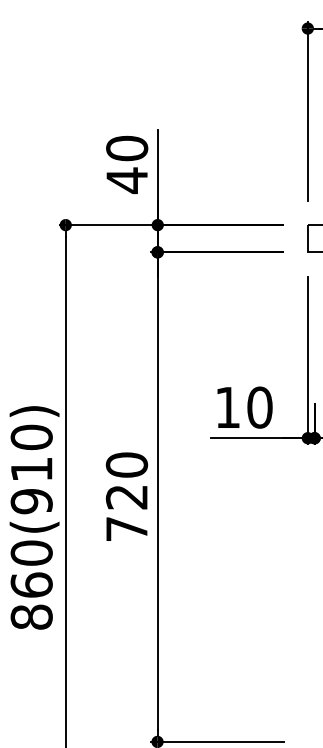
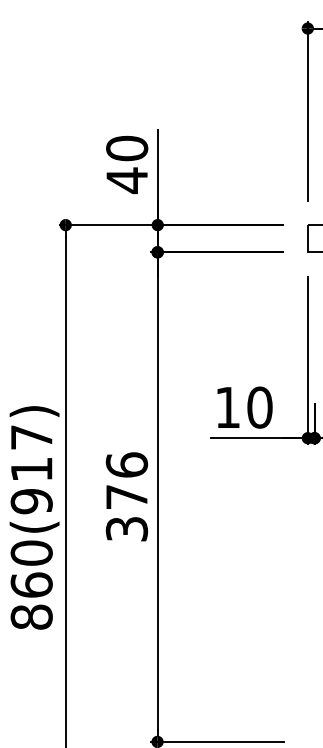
text at (31, 437): 860(910) -> 860(917)
text at (126, 496): 720 -> 376
